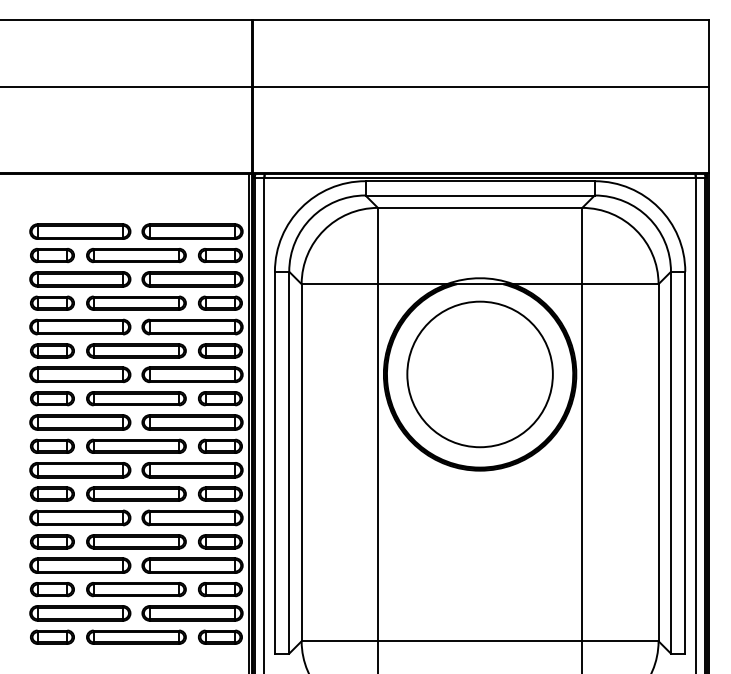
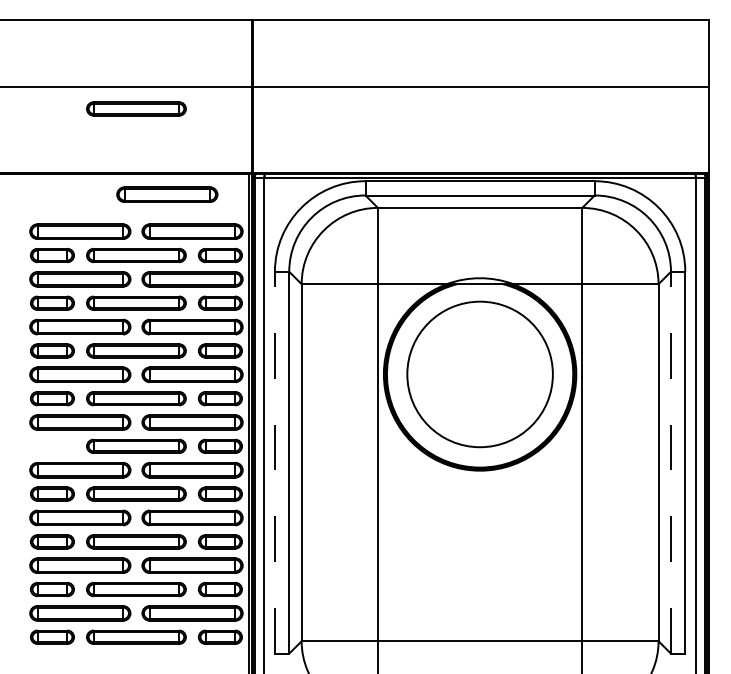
part at (136, 108): none -> present
part at (167, 194): none -> present
part at (52, 445): present -> none
line at (274, 462): solid -> dashed
line at (670, 462): solid -> dashed
